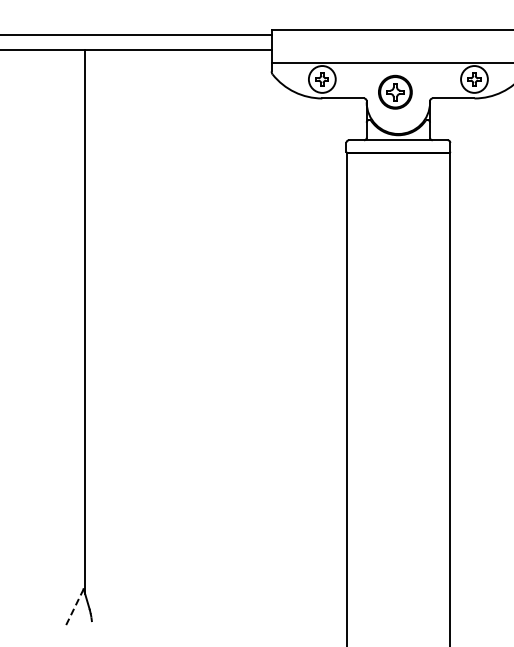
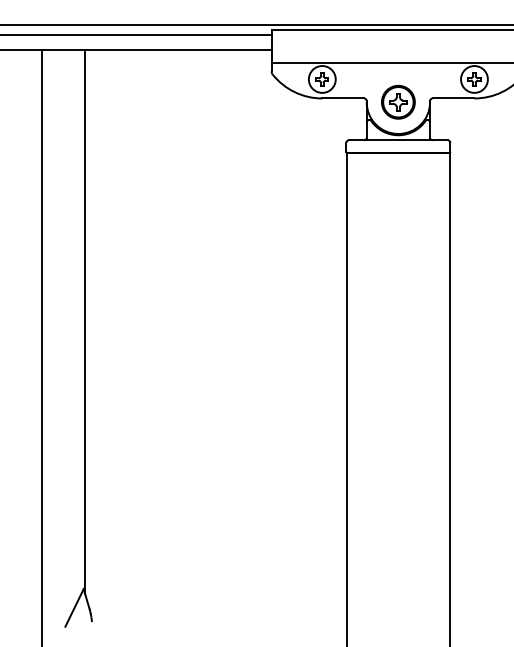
line at (256, 24): none -> present
part at (395, 91) position: (395, 91) -> (398, 101)
line at (42, 346): none -> present
line at (74, 607): dashed -> solid
